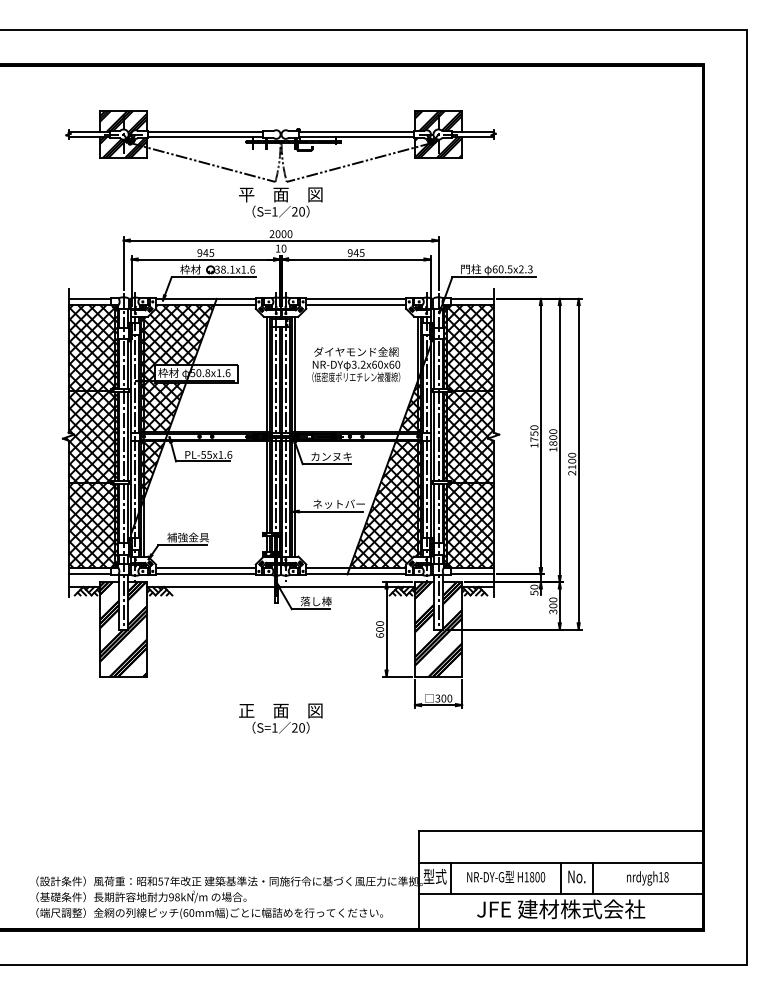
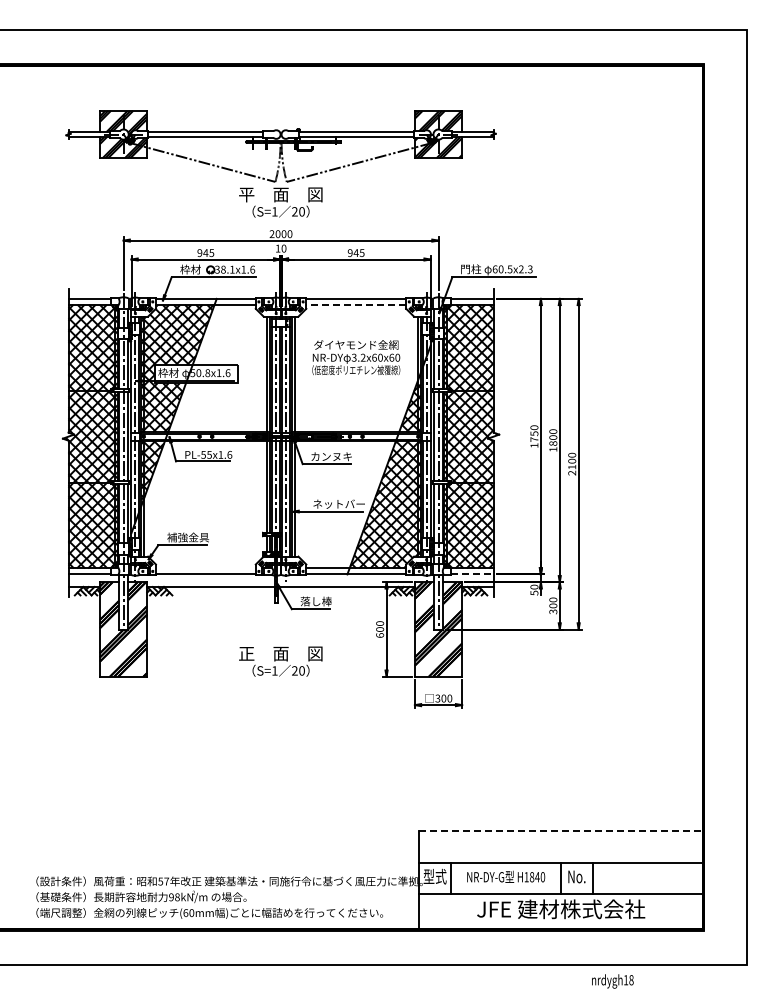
line at (356, 304): solid -> dashed
text at (356, 364) position: (356, 364) -> (356, 357)
line at (205, 568): present -> none
line at (472, 574): solid -> dashed
text at (280, 718) position: (280, 718) -> (280, 661)
line at (561, 831): solid -> dashed
text at (537, 877): H1800 -> H1840
text at (647, 878) position: (647, 878) -> (612, 981)
